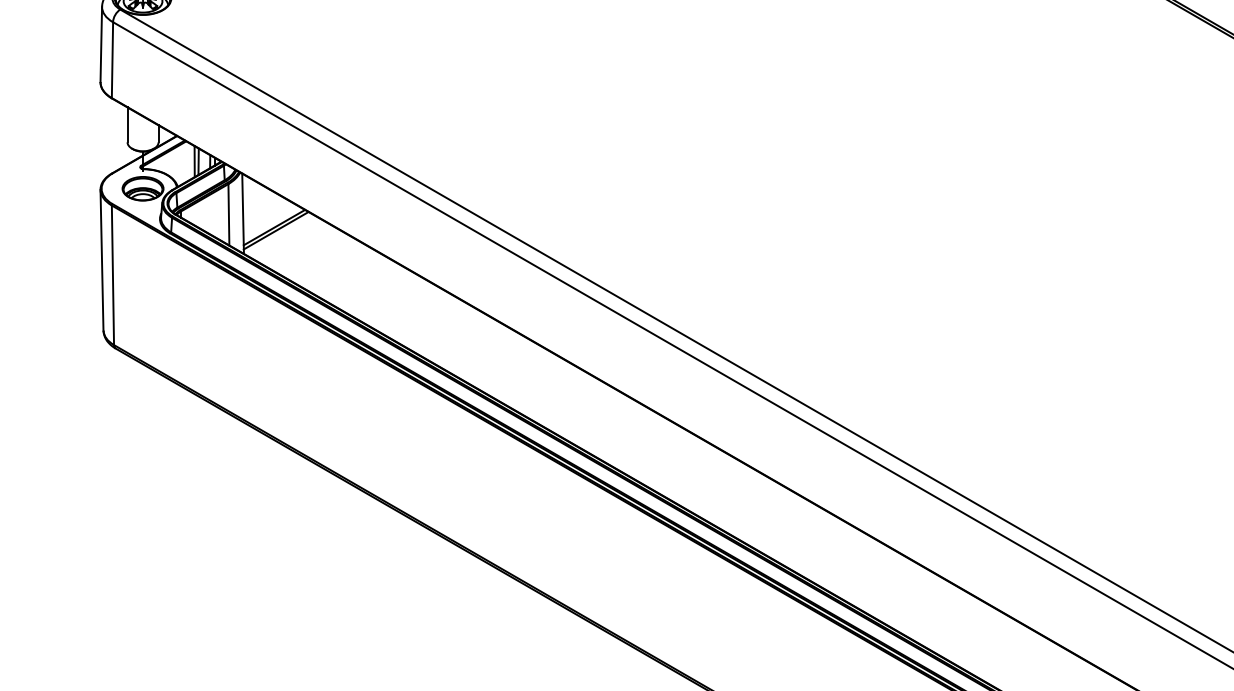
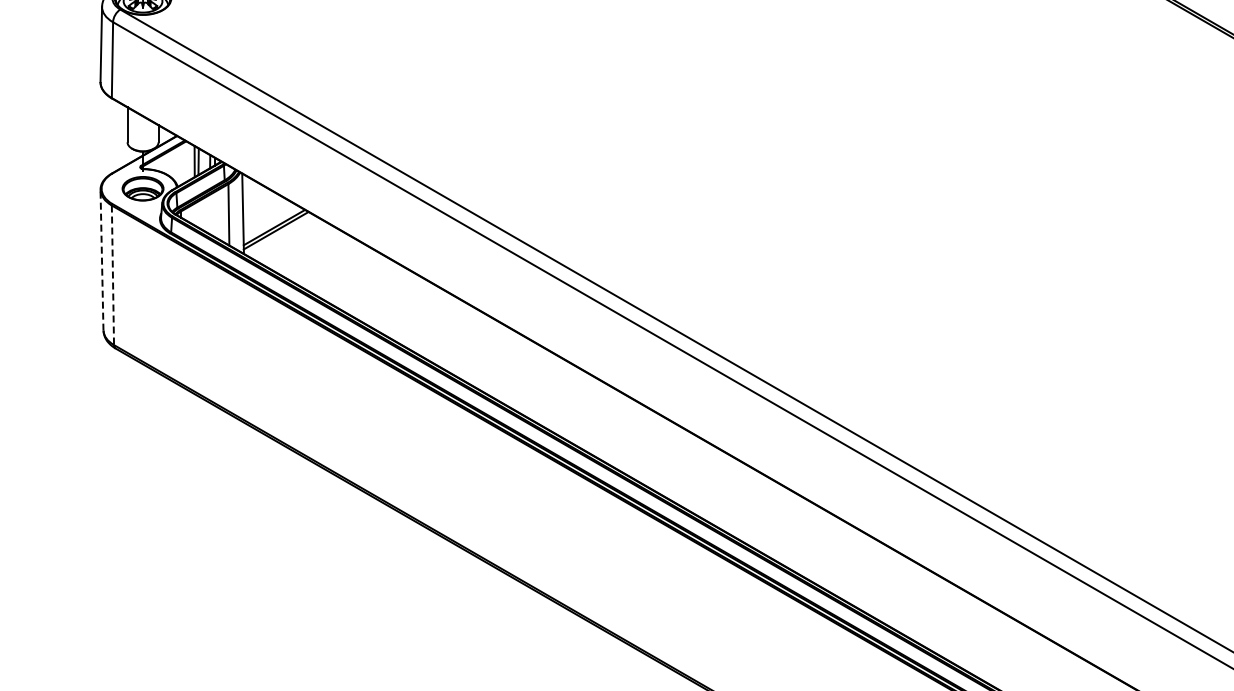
line at (102, 259): solid -> dashed
line at (112, 275): solid -> dashed
